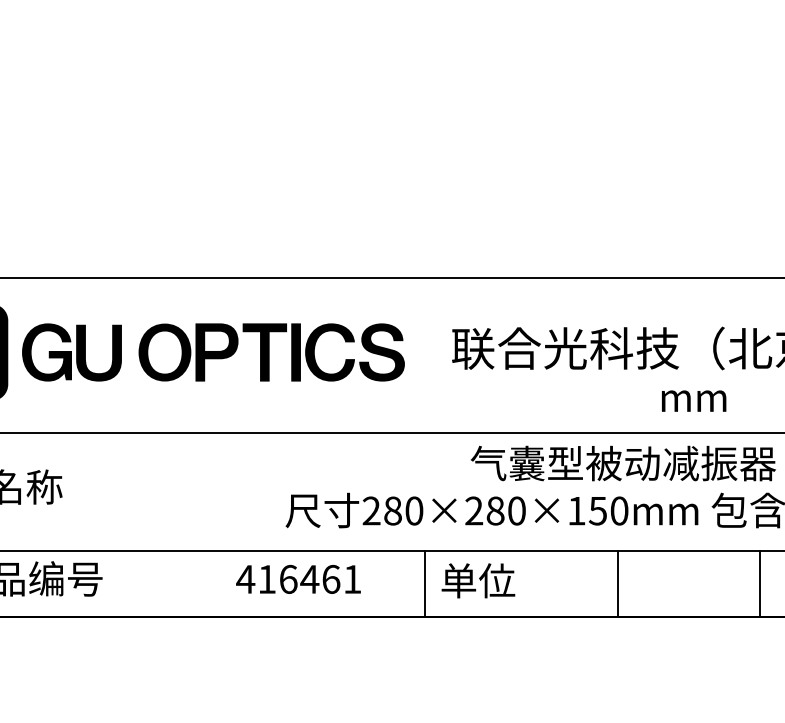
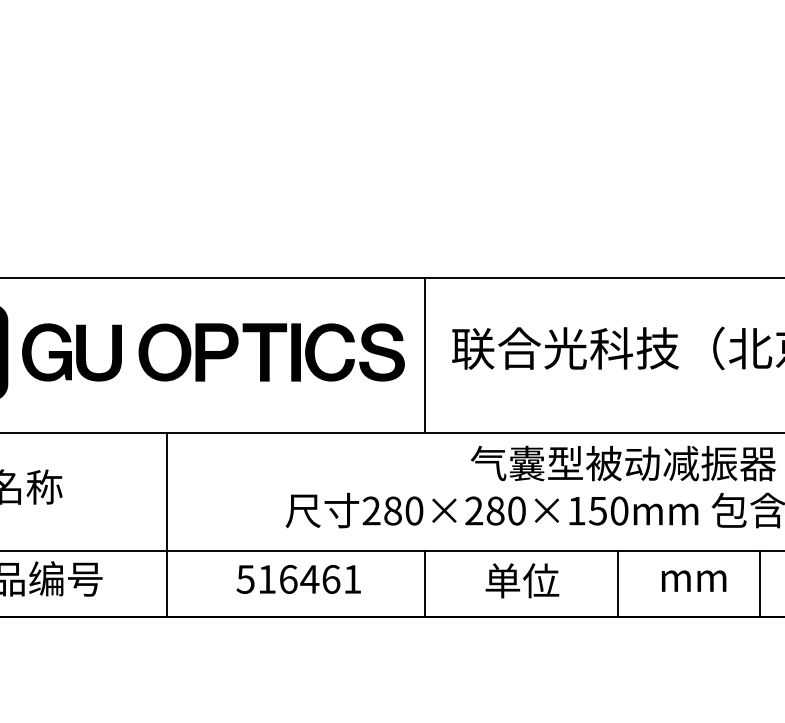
line at (425, 354): none -> present
text at (694, 400) position: (694, 400) -> (694, 580)
line at (167, 524): none -> present
text at (245, 579): 416461 -> 516461
text at (478, 580) position: (478, 580) -> (522, 580)
